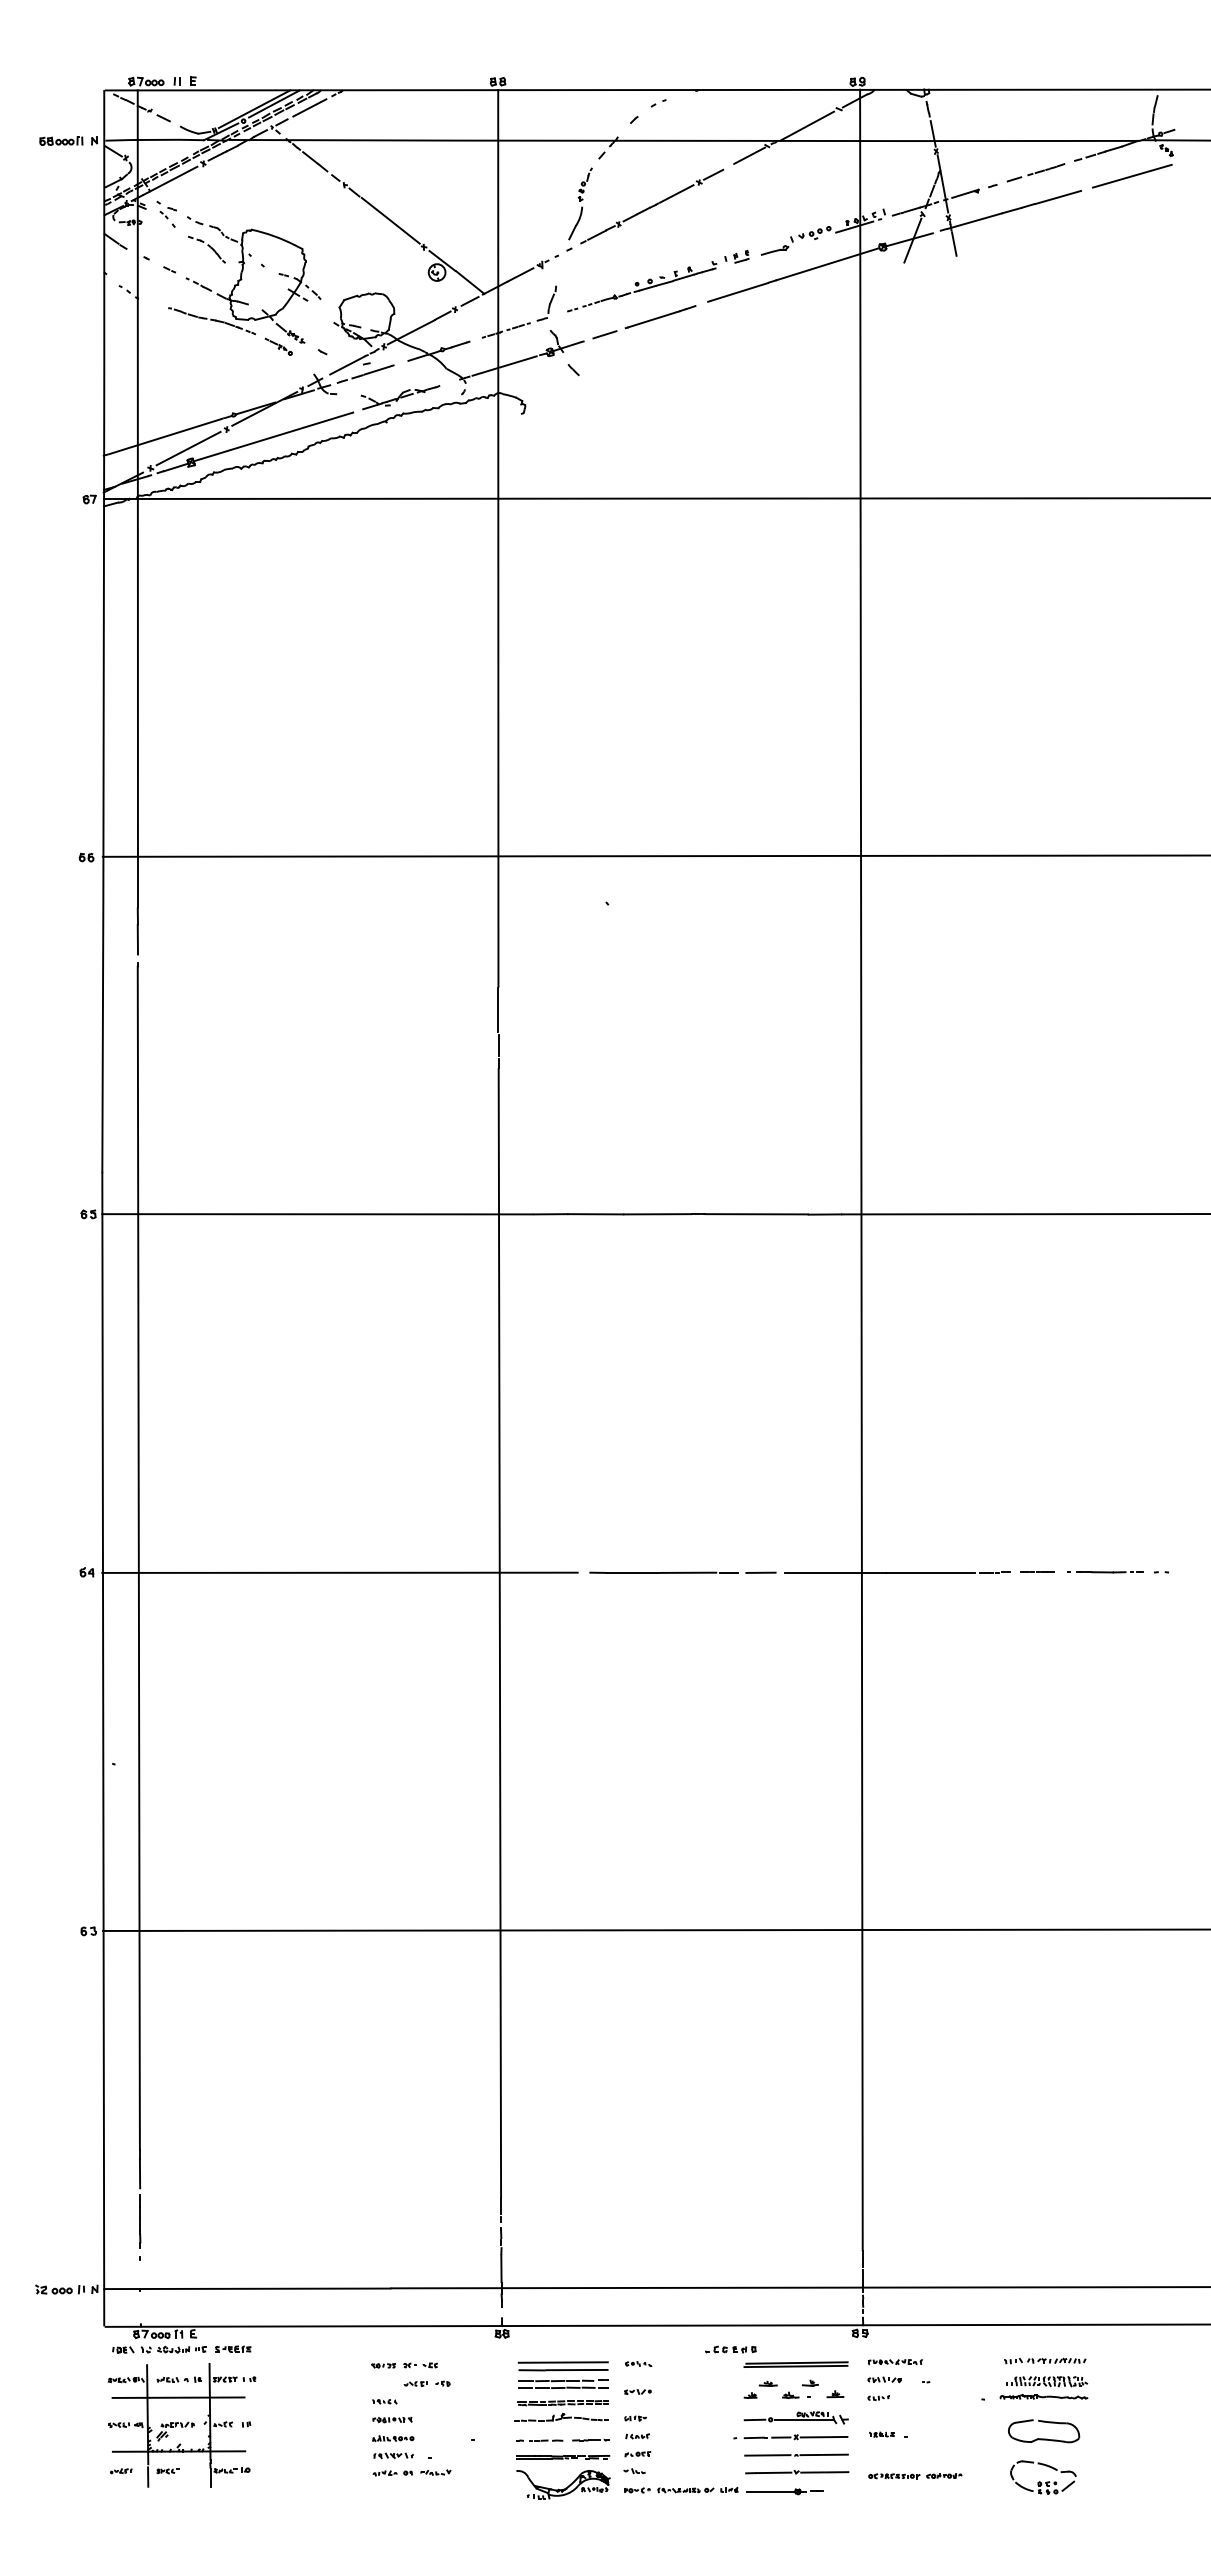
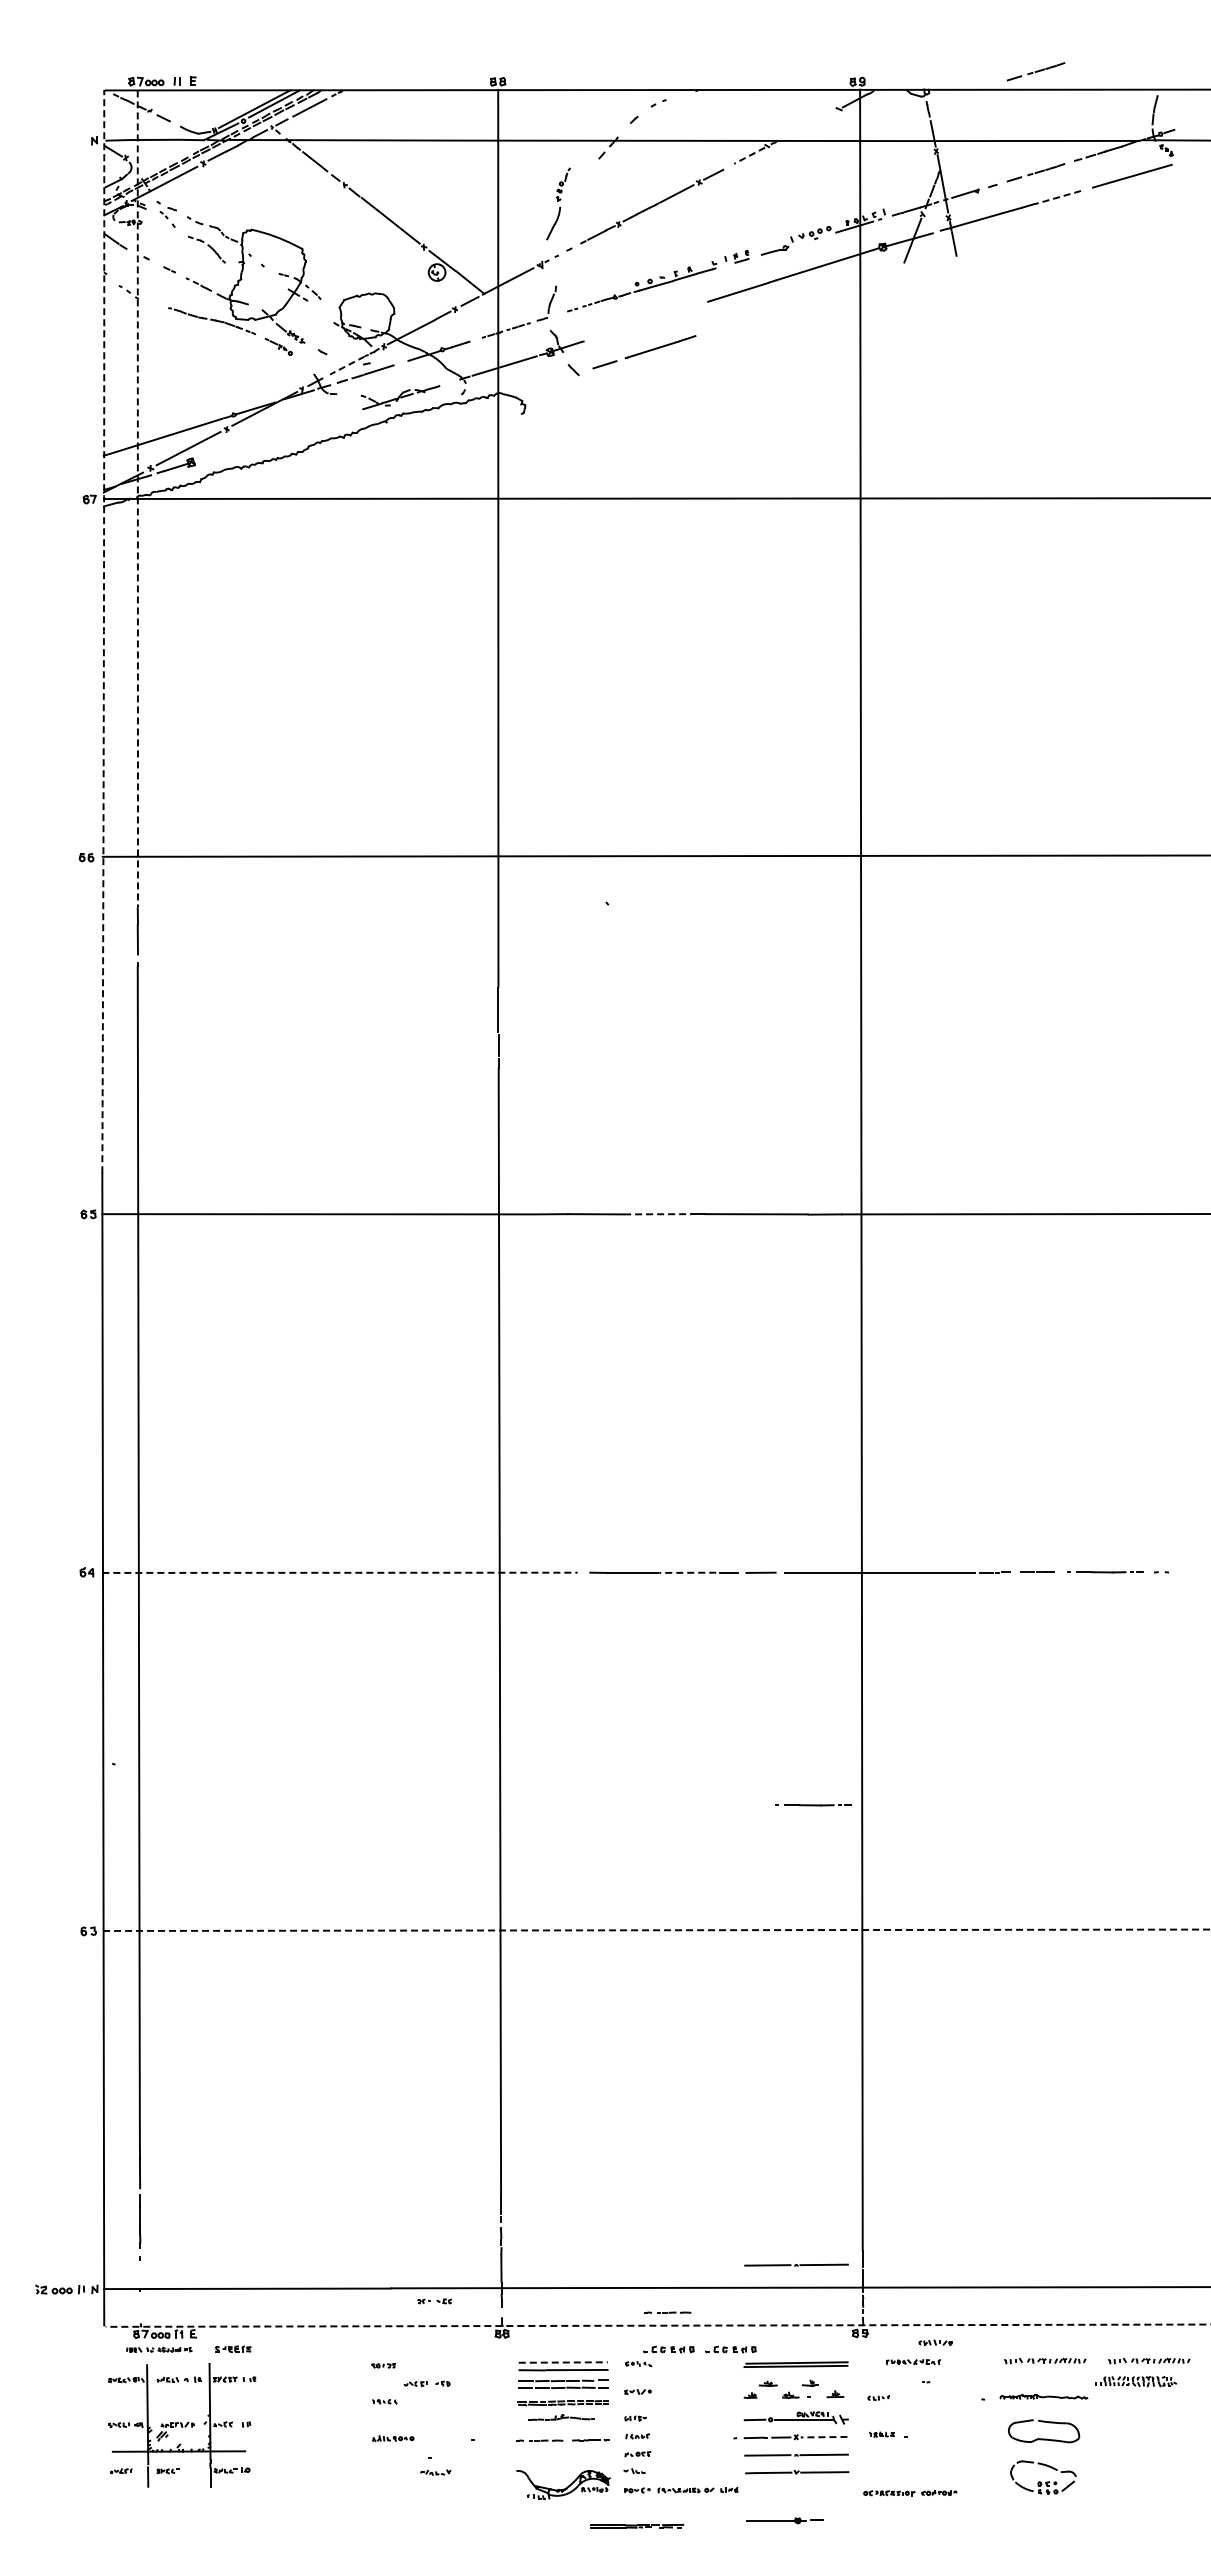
line at (1035, 71): none -> present
line at (807, 125): present -> none
part at (61, 140): present -> none
line at (749, 156): solid -> dashed
line at (1058, 197): solid -> dashed
part at (580, 203) position: (580, 203) -> (558, 203)
line at (644, 322) position: (644, 322) -> (644, 352)
line at (346, 365): solid -> dashed
line at (273, 436): present -> none
line at (137, 499): solid -> dashed
arc at (103, 631): solid -> dashed
line at (657, 1214): solid -> dashed
line at (340, 1572): solid -> dashed
line at (687, 1572): solid -> dashed
line at (813, 1805): none -> present
line at (657, 1930): solid -> dashed
line at (796, 2264): none -> present
line at (667, 2312): none -> present
line at (657, 2325): solid -> dashed
part at (159, 2349) size: 95x8 px -> 67x7 px
part at (668, 2349): none -> present
part at (1149, 2360): none -> present
line at (563, 2362): solid -> dashed
part at (894, 2362) position: (894, 2362) -> (912, 2362)
part at (420, 2365) position: (420, 2365) -> (434, 2301)
part at (884, 2379) position: (884, 2379) -> (935, 2342)
part at (1046, 2381) position: (1046, 2381) -> (1135, 2381)
line at (178, 2397): present -> none
part at (561, 2417) size: 95x9 px -> 67x7 px
part at (392, 2419): present -> none
line at (823, 2437): solid -> dashed
part at (393, 2455): present -> none
line at (563, 2457) position: (563, 2457) -> (637, 2526)
part at (392, 2473): present -> none
part at (915, 2476) position: (915, 2476) -> (910, 2493)
part at (784, 2491) position: (784, 2491) -> (784, 2520)
